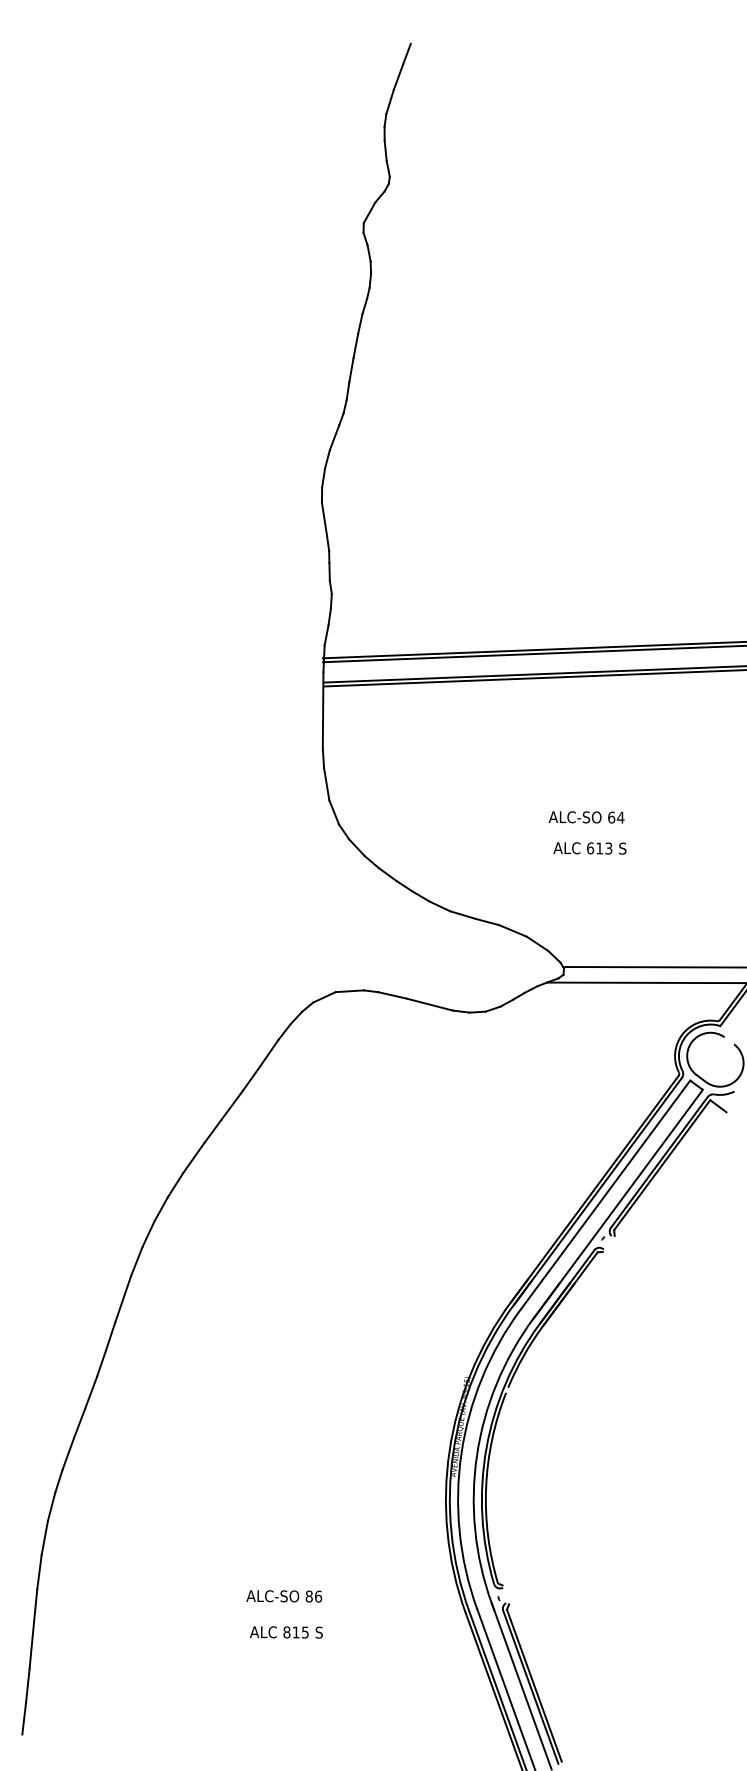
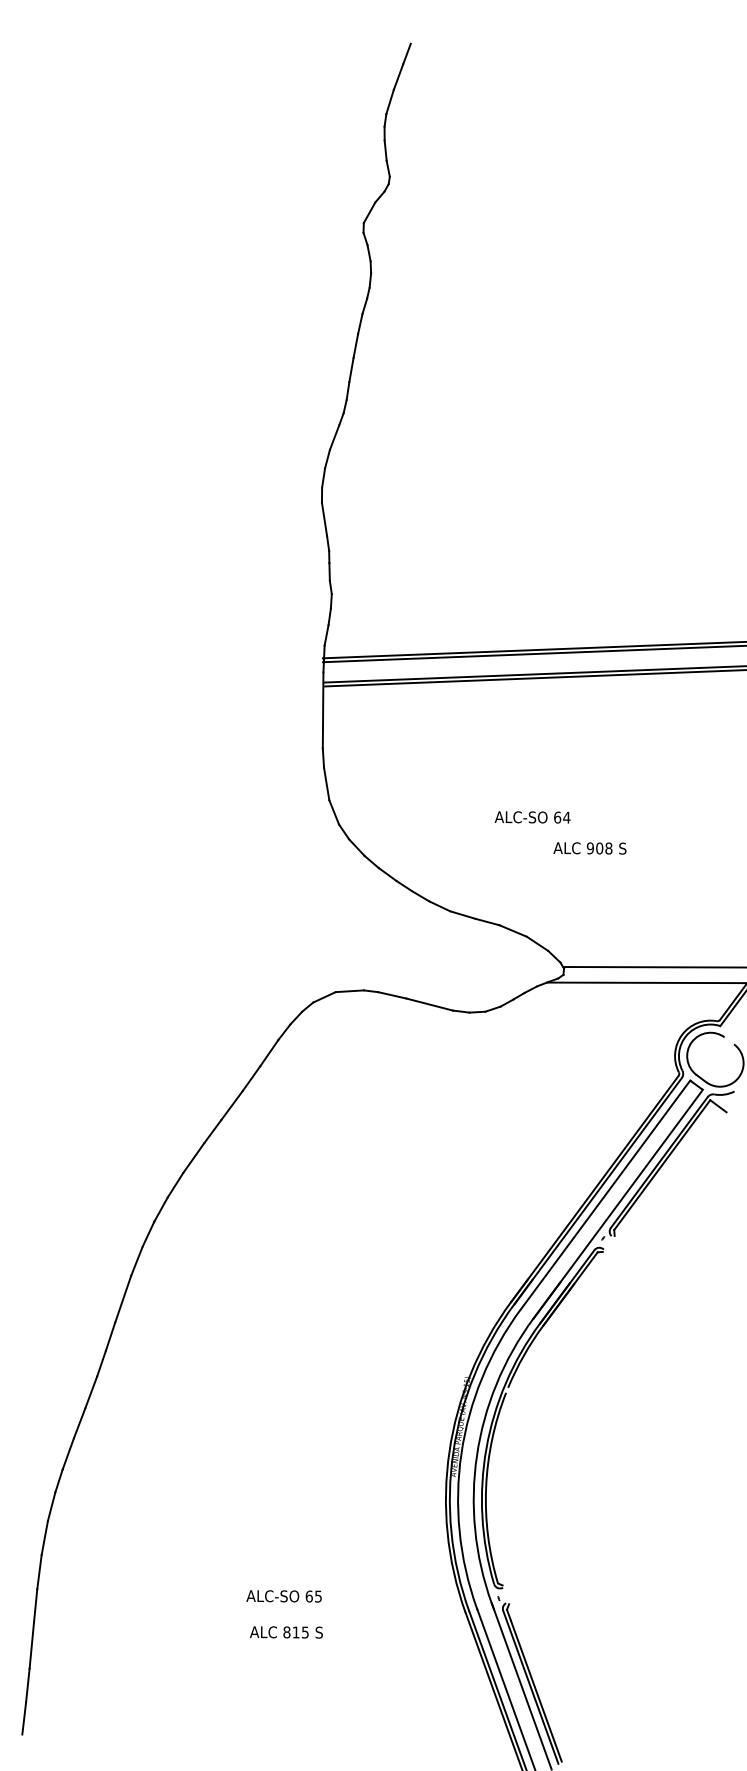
text at (586, 817) position: (586, 817) -> (532, 817)
text at (599, 848): 613 -> 908
text at (313, 1596): 86 -> 65
